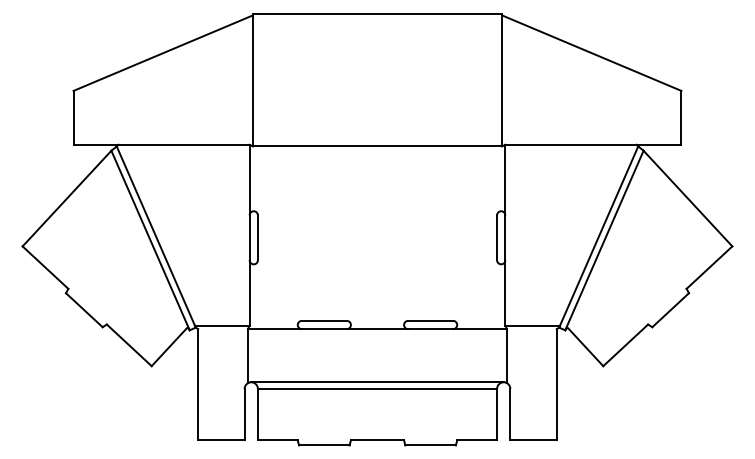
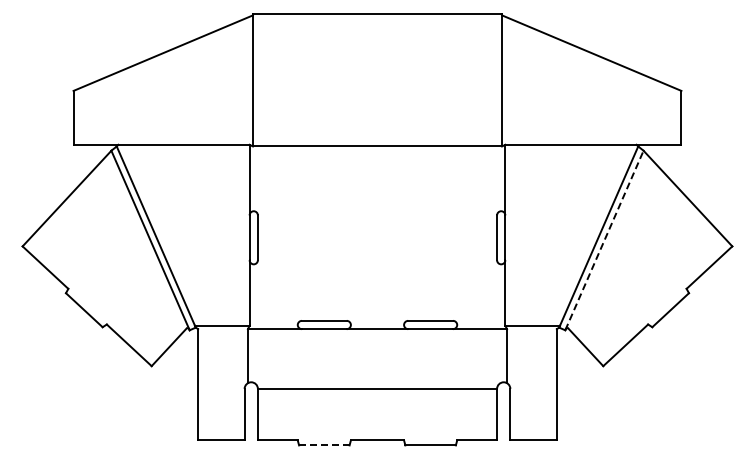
line at (604, 240): solid -> dashed
line at (377, 382): present -> none
line at (324, 445): solid -> dashed
